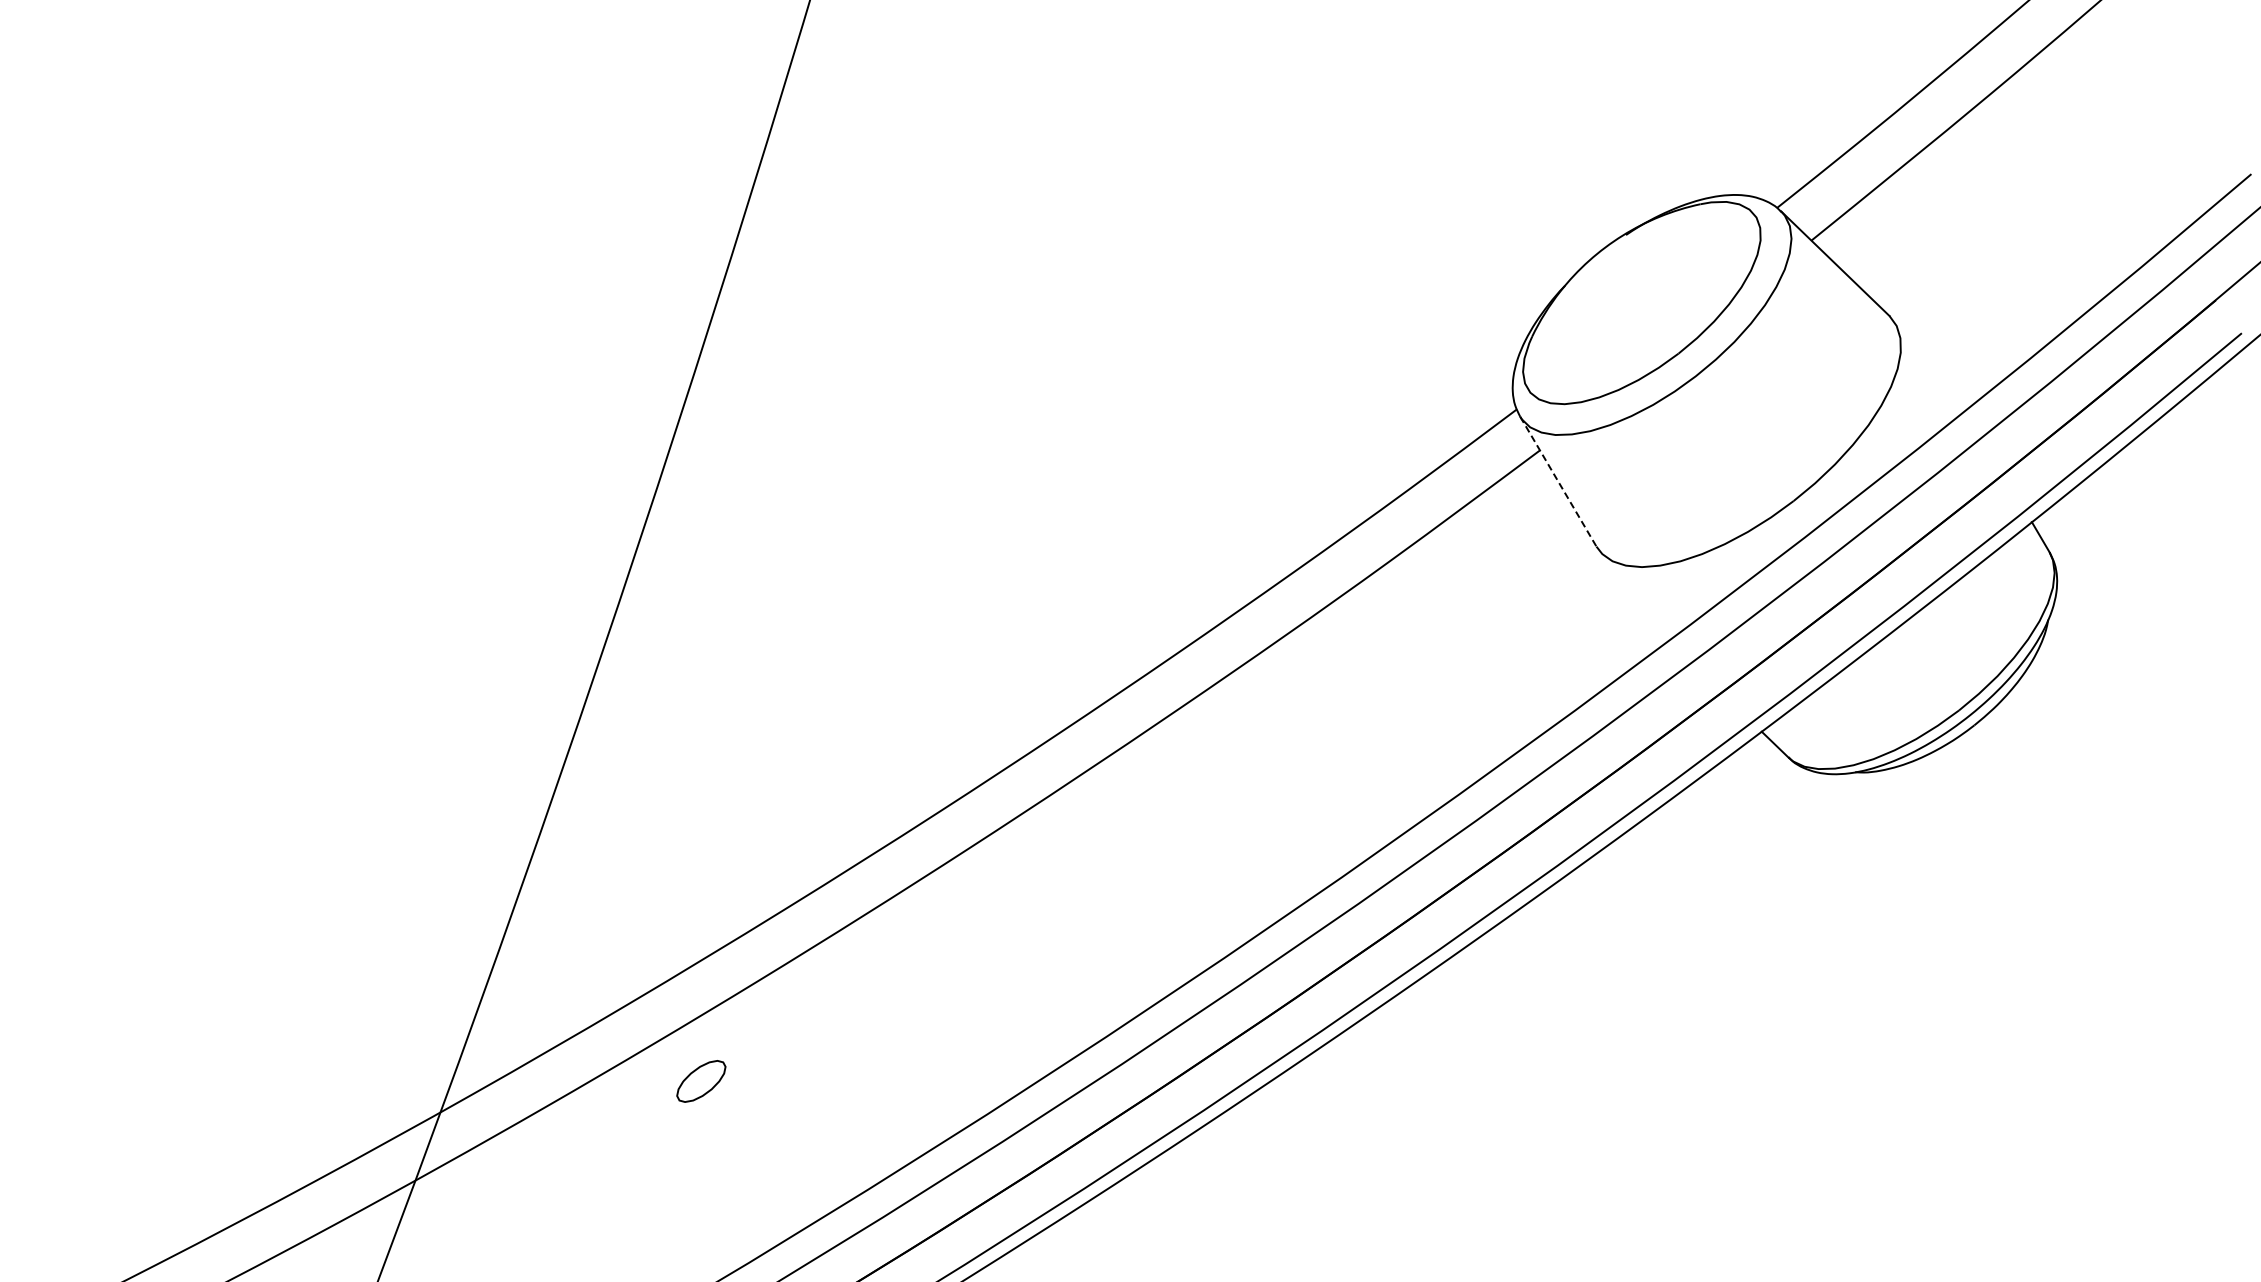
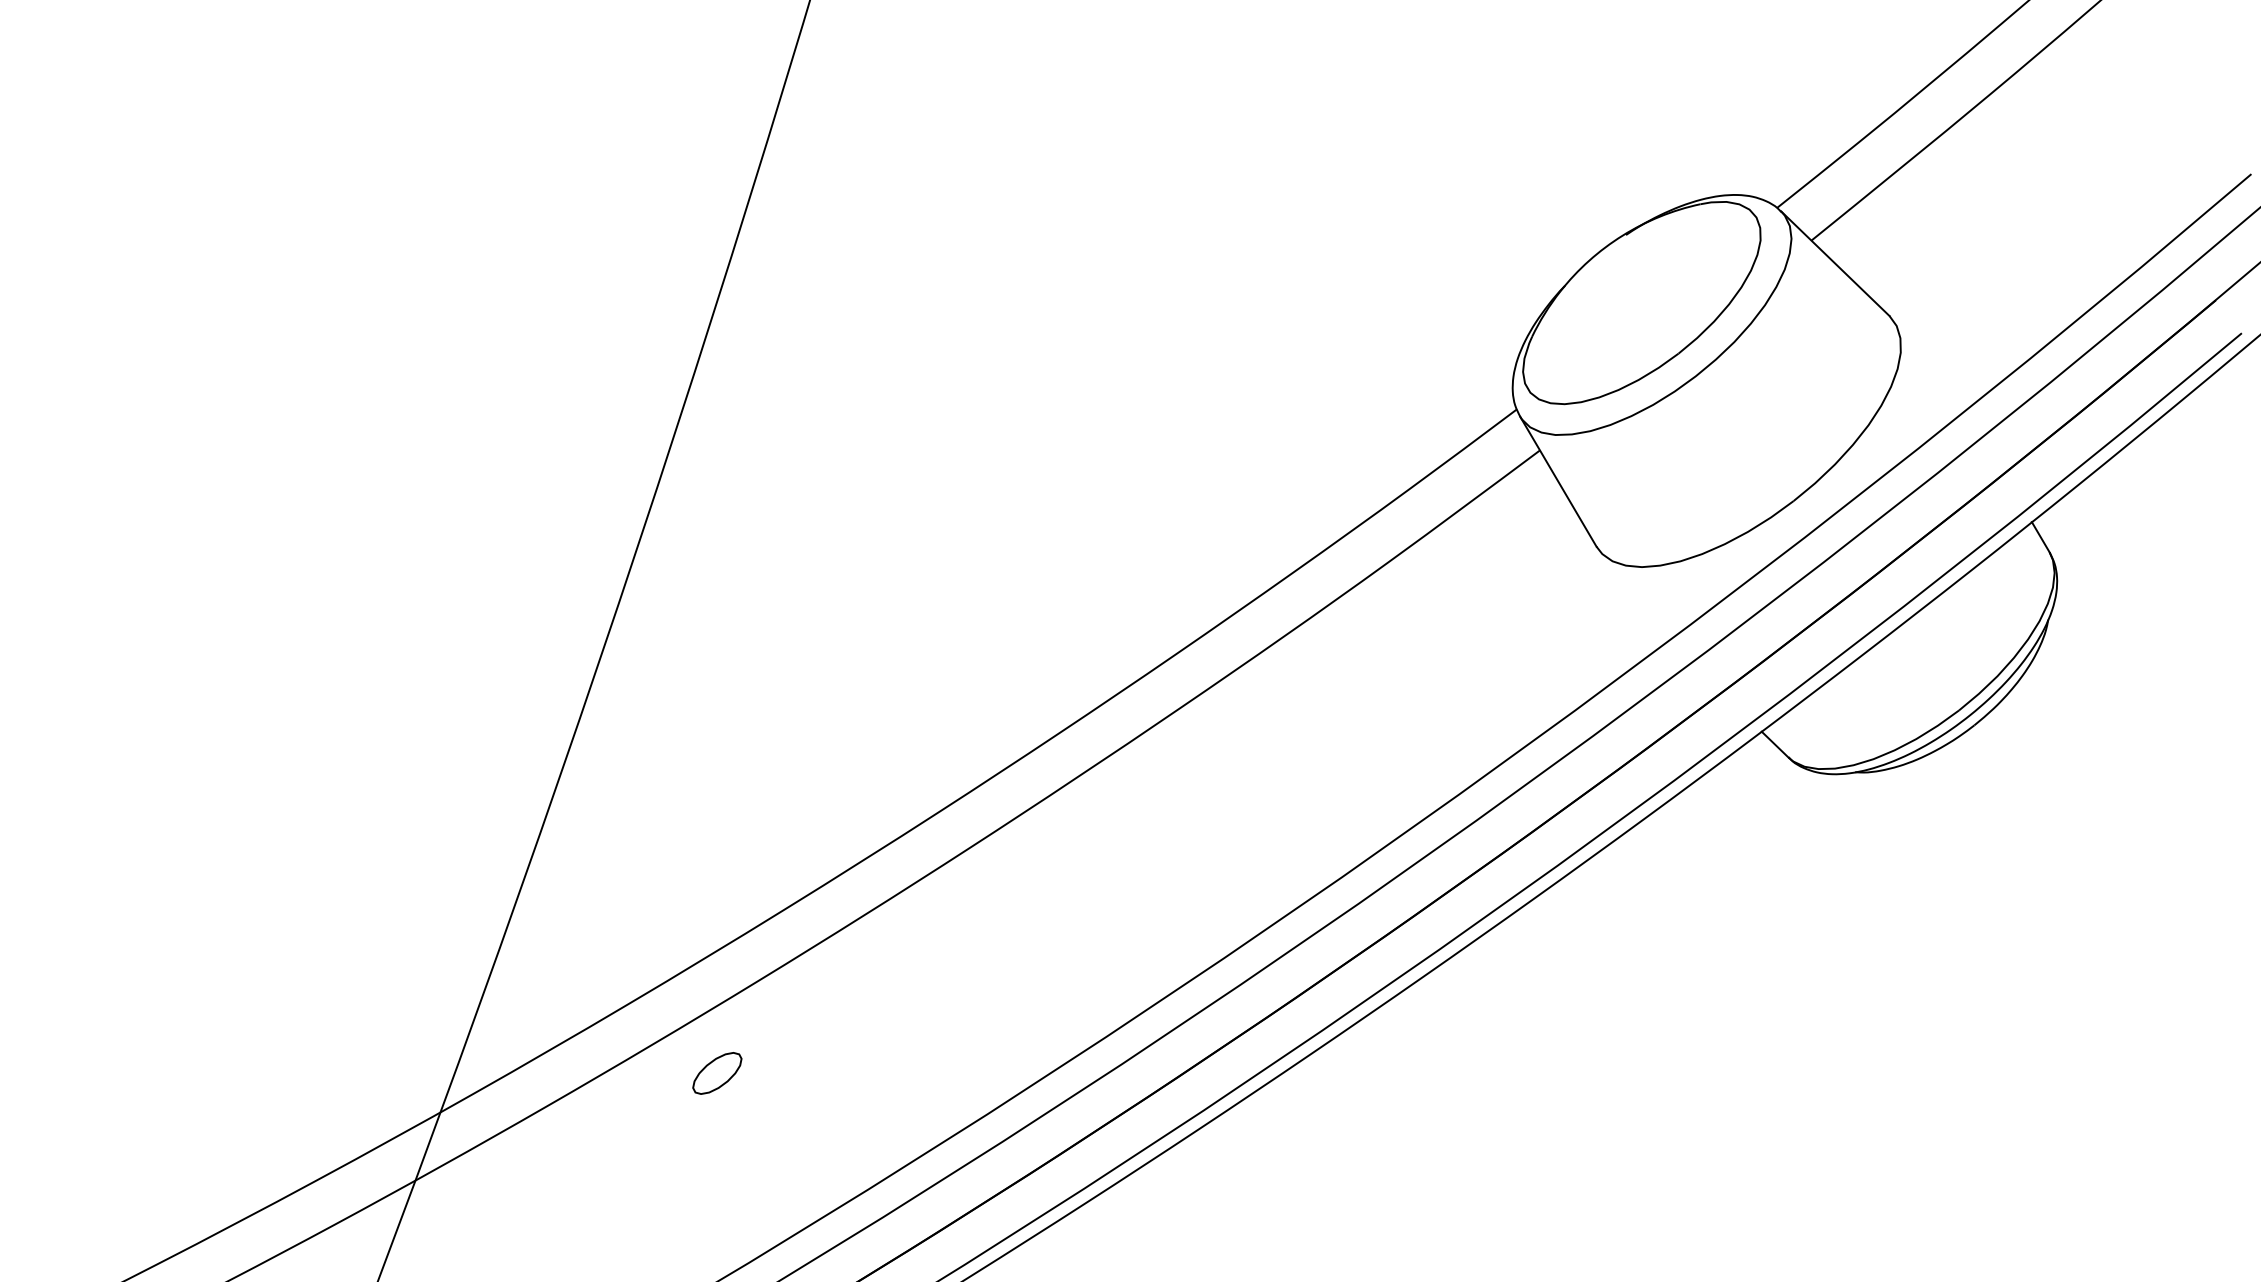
line at (1558, 482): dashed -> solid
part at (701, 1081) position: (701, 1081) -> (717, 1073)
